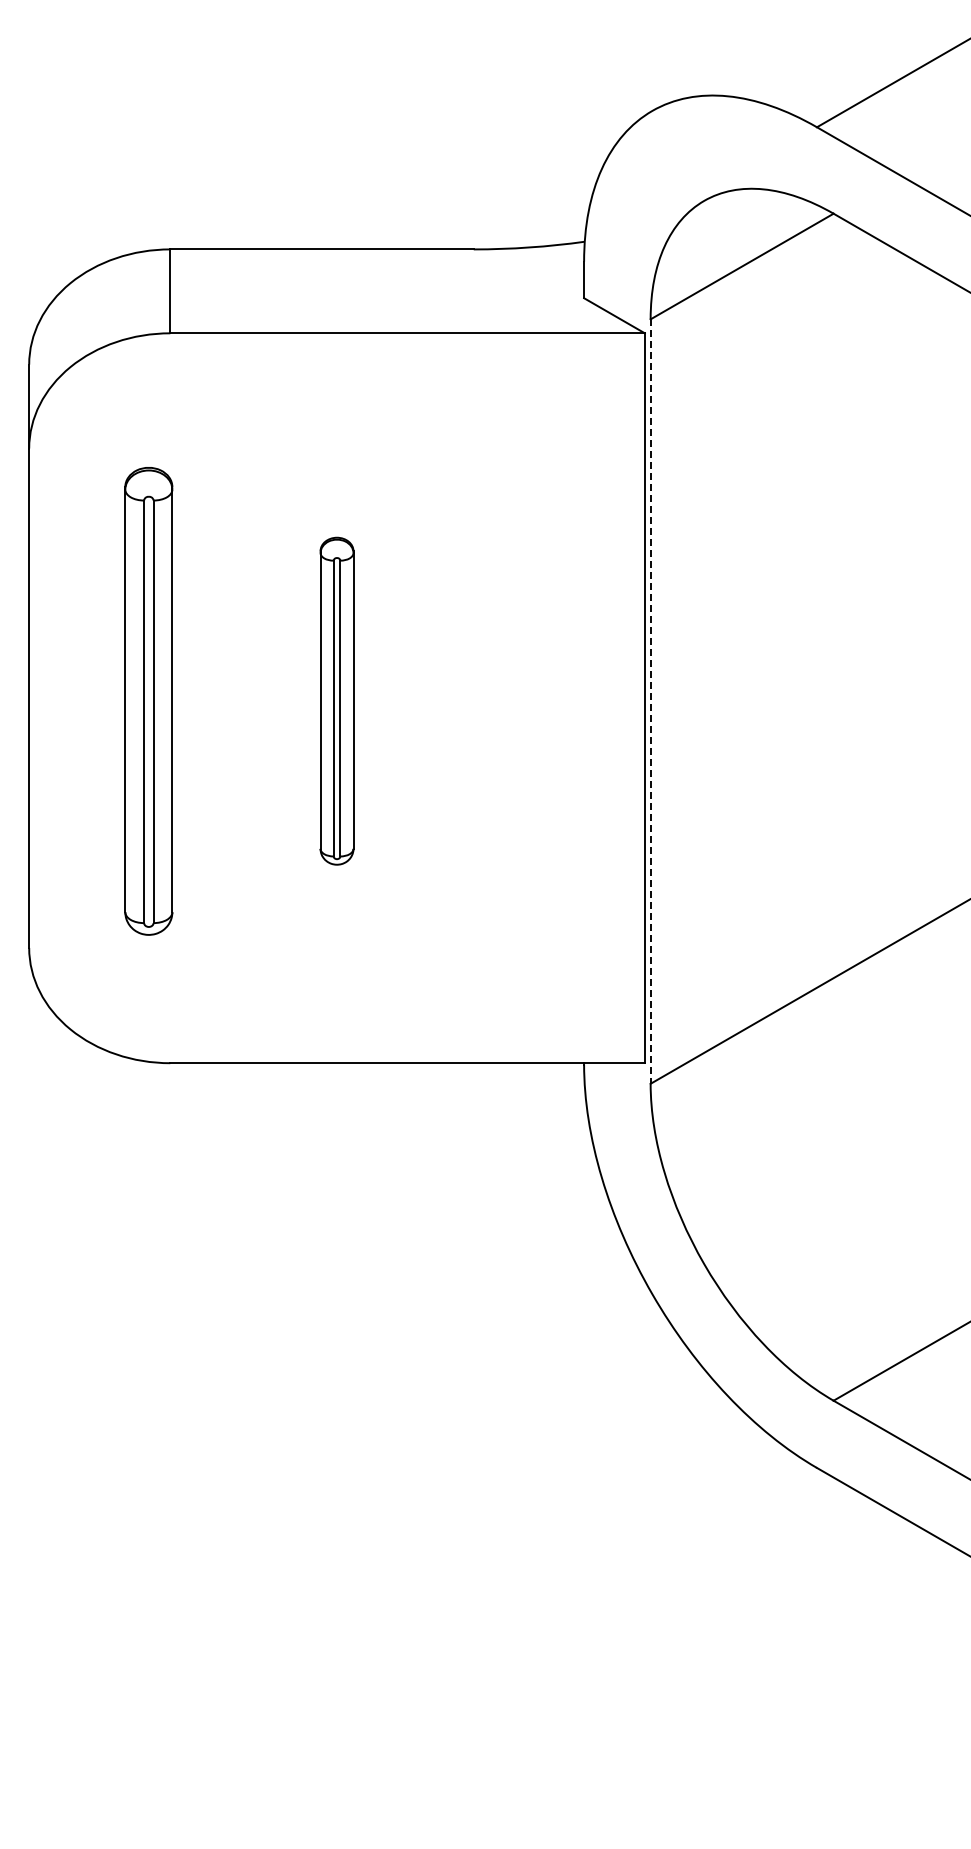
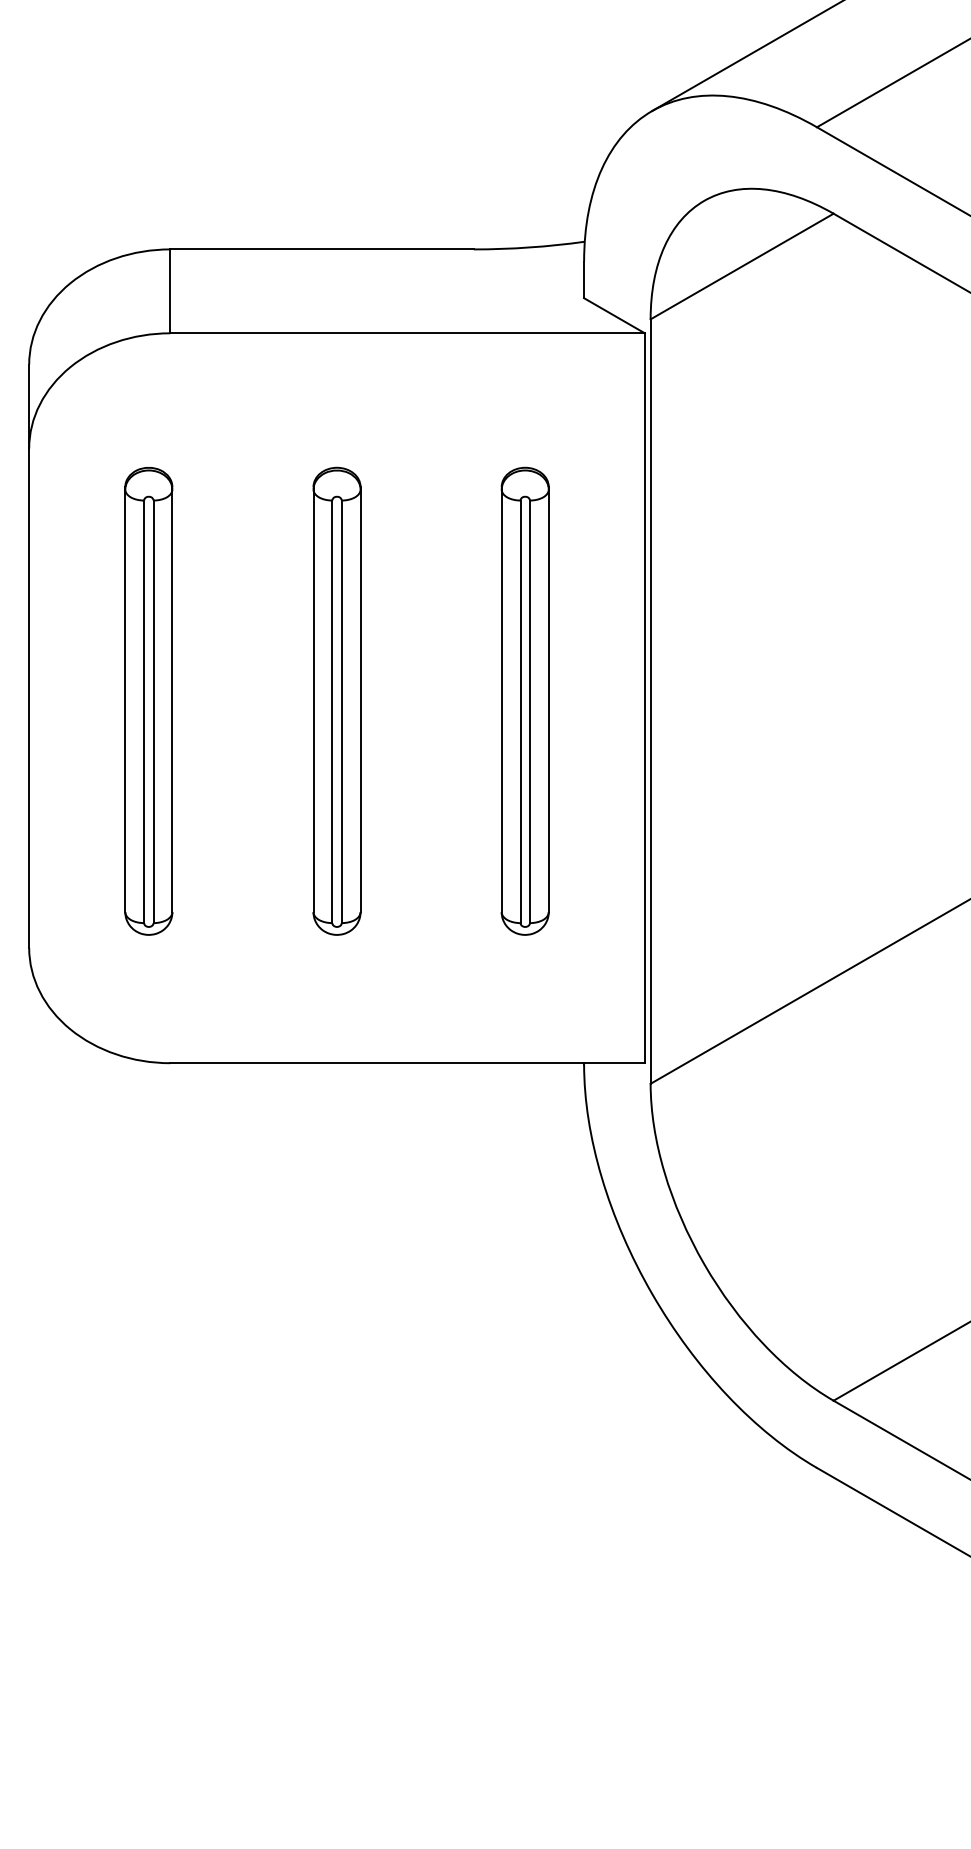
line at (746, 56): none -> present
part at (336, 700) size: 36x330 px -> 50x470 px
part at (524, 700): none -> present
line at (650, 702): dashed -> solid
